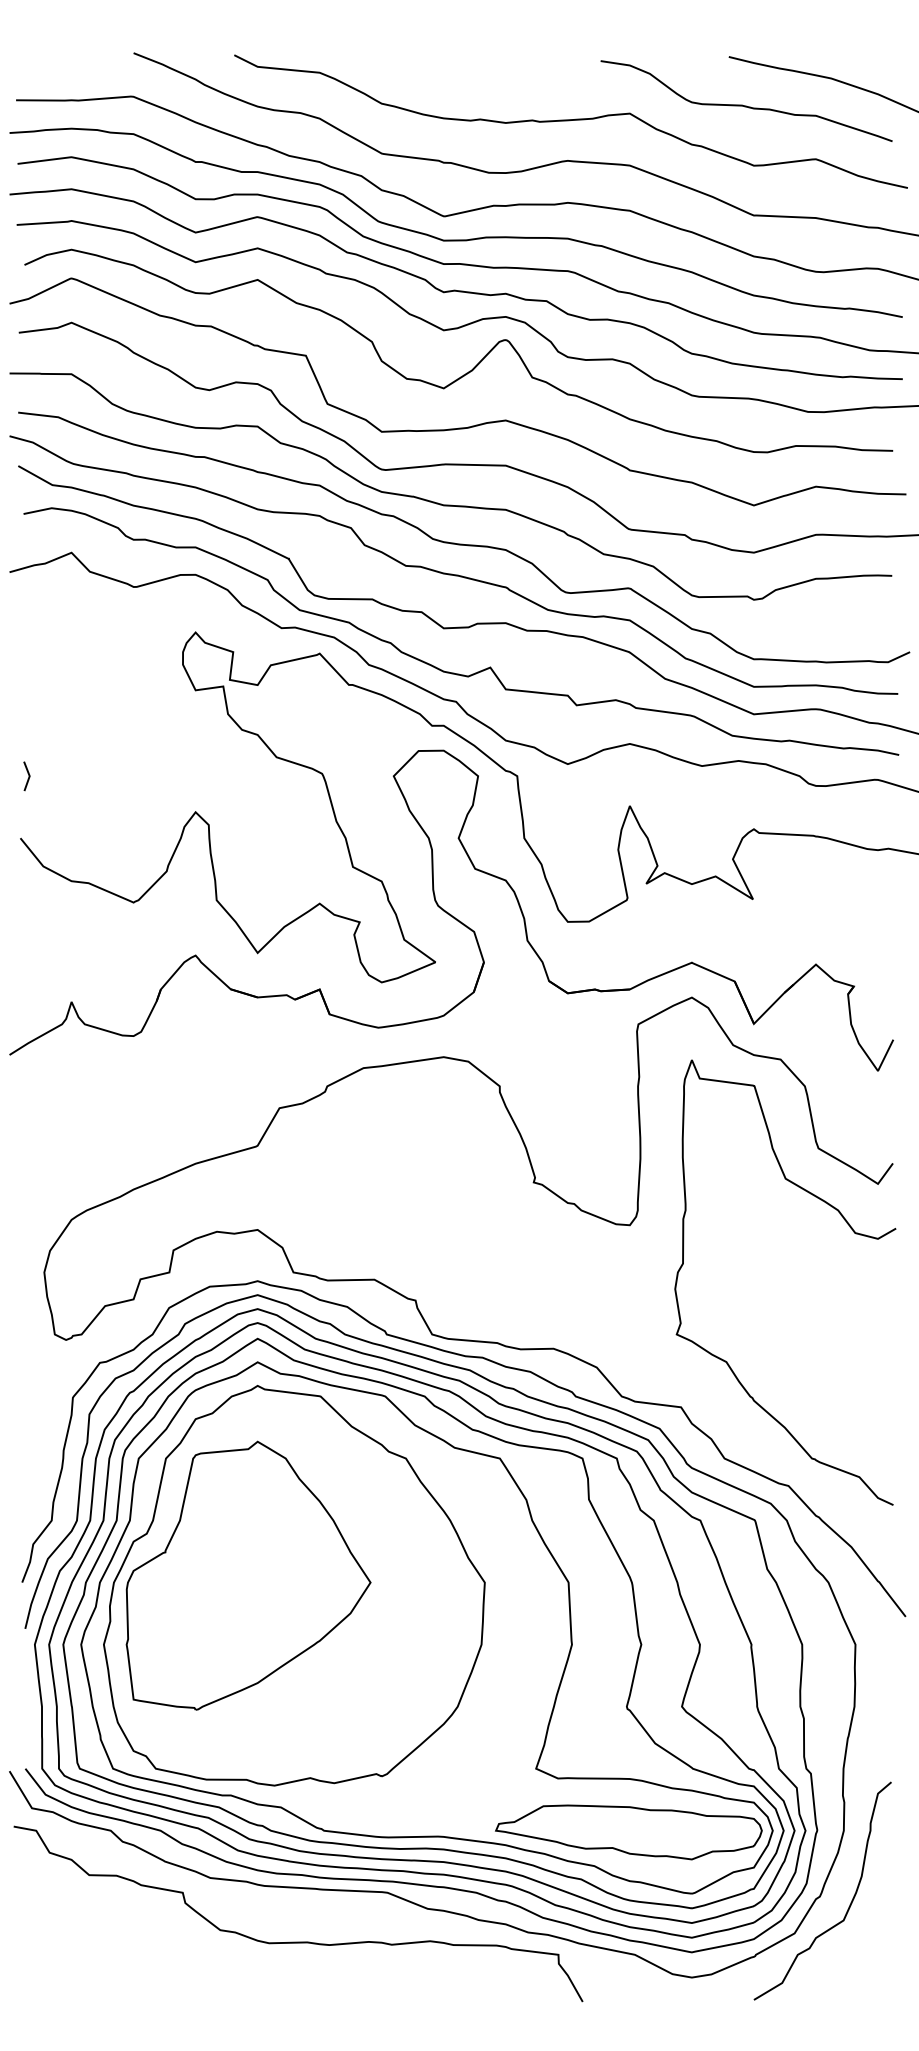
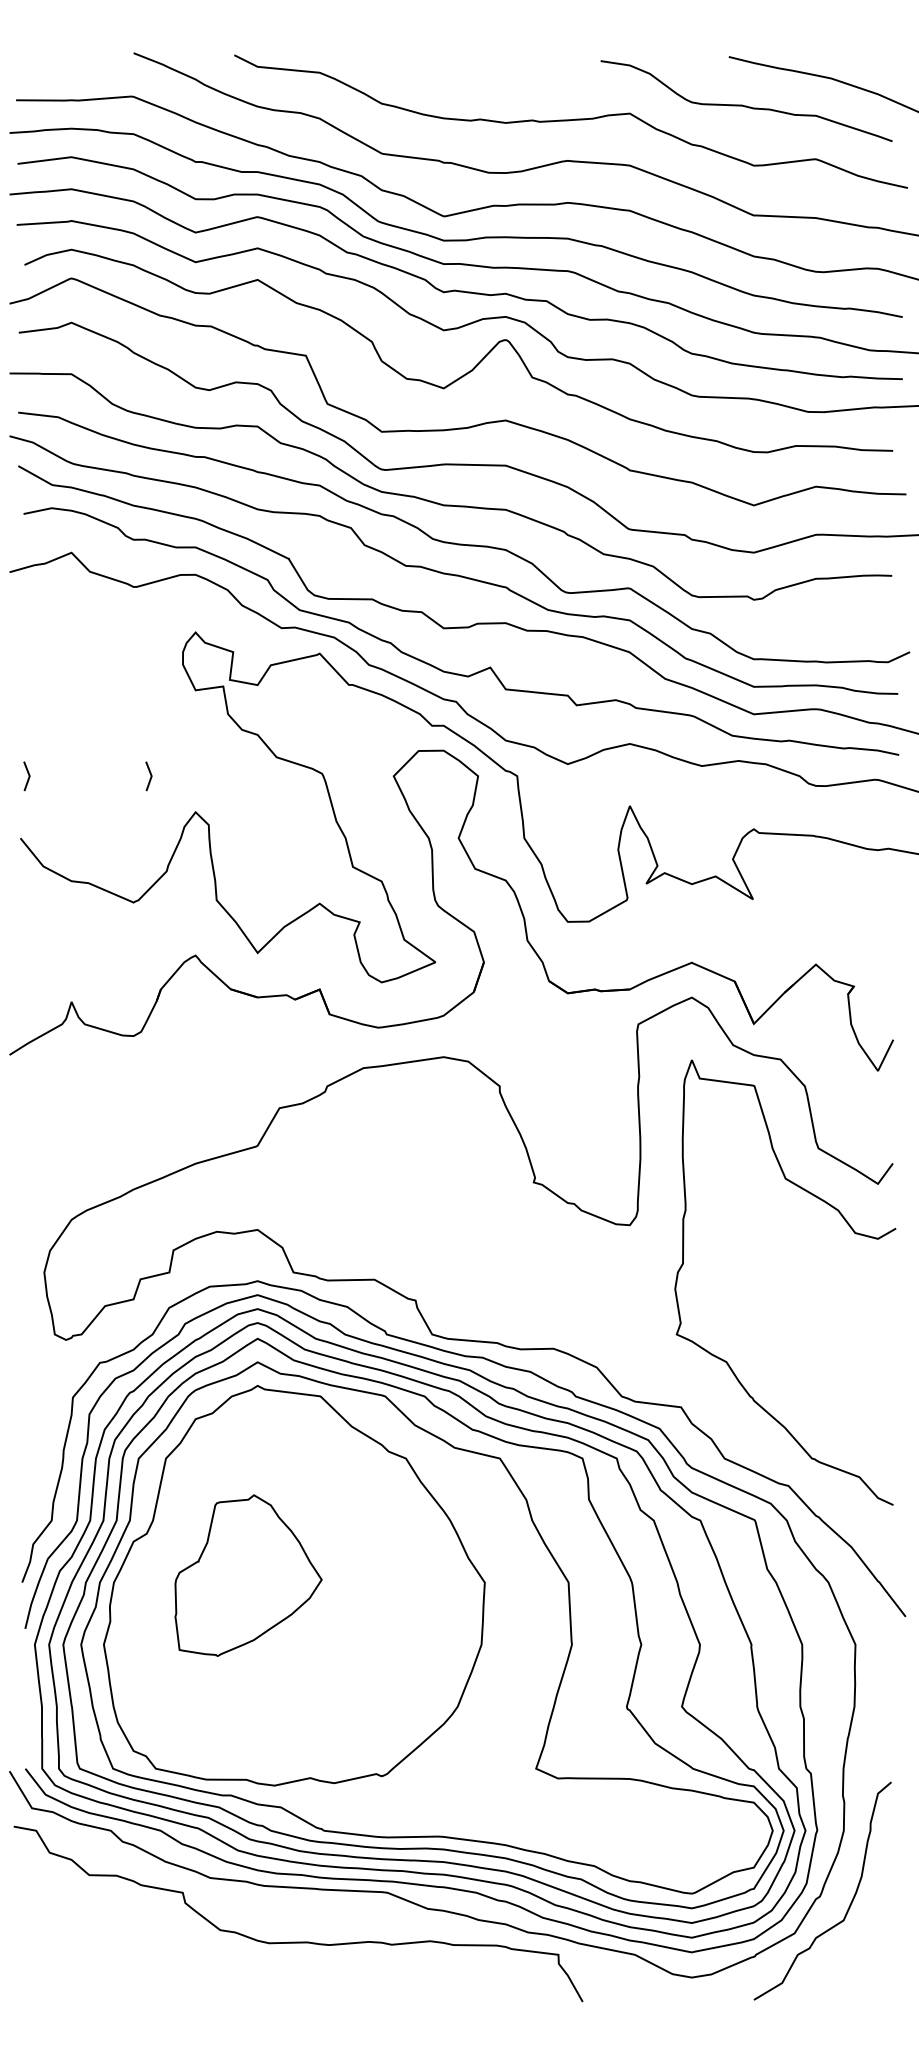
line at (150, 776): none -> present
part at (248, 1575) size: 247x271 px -> 149x163 px
part at (628, 1832): present -> none
